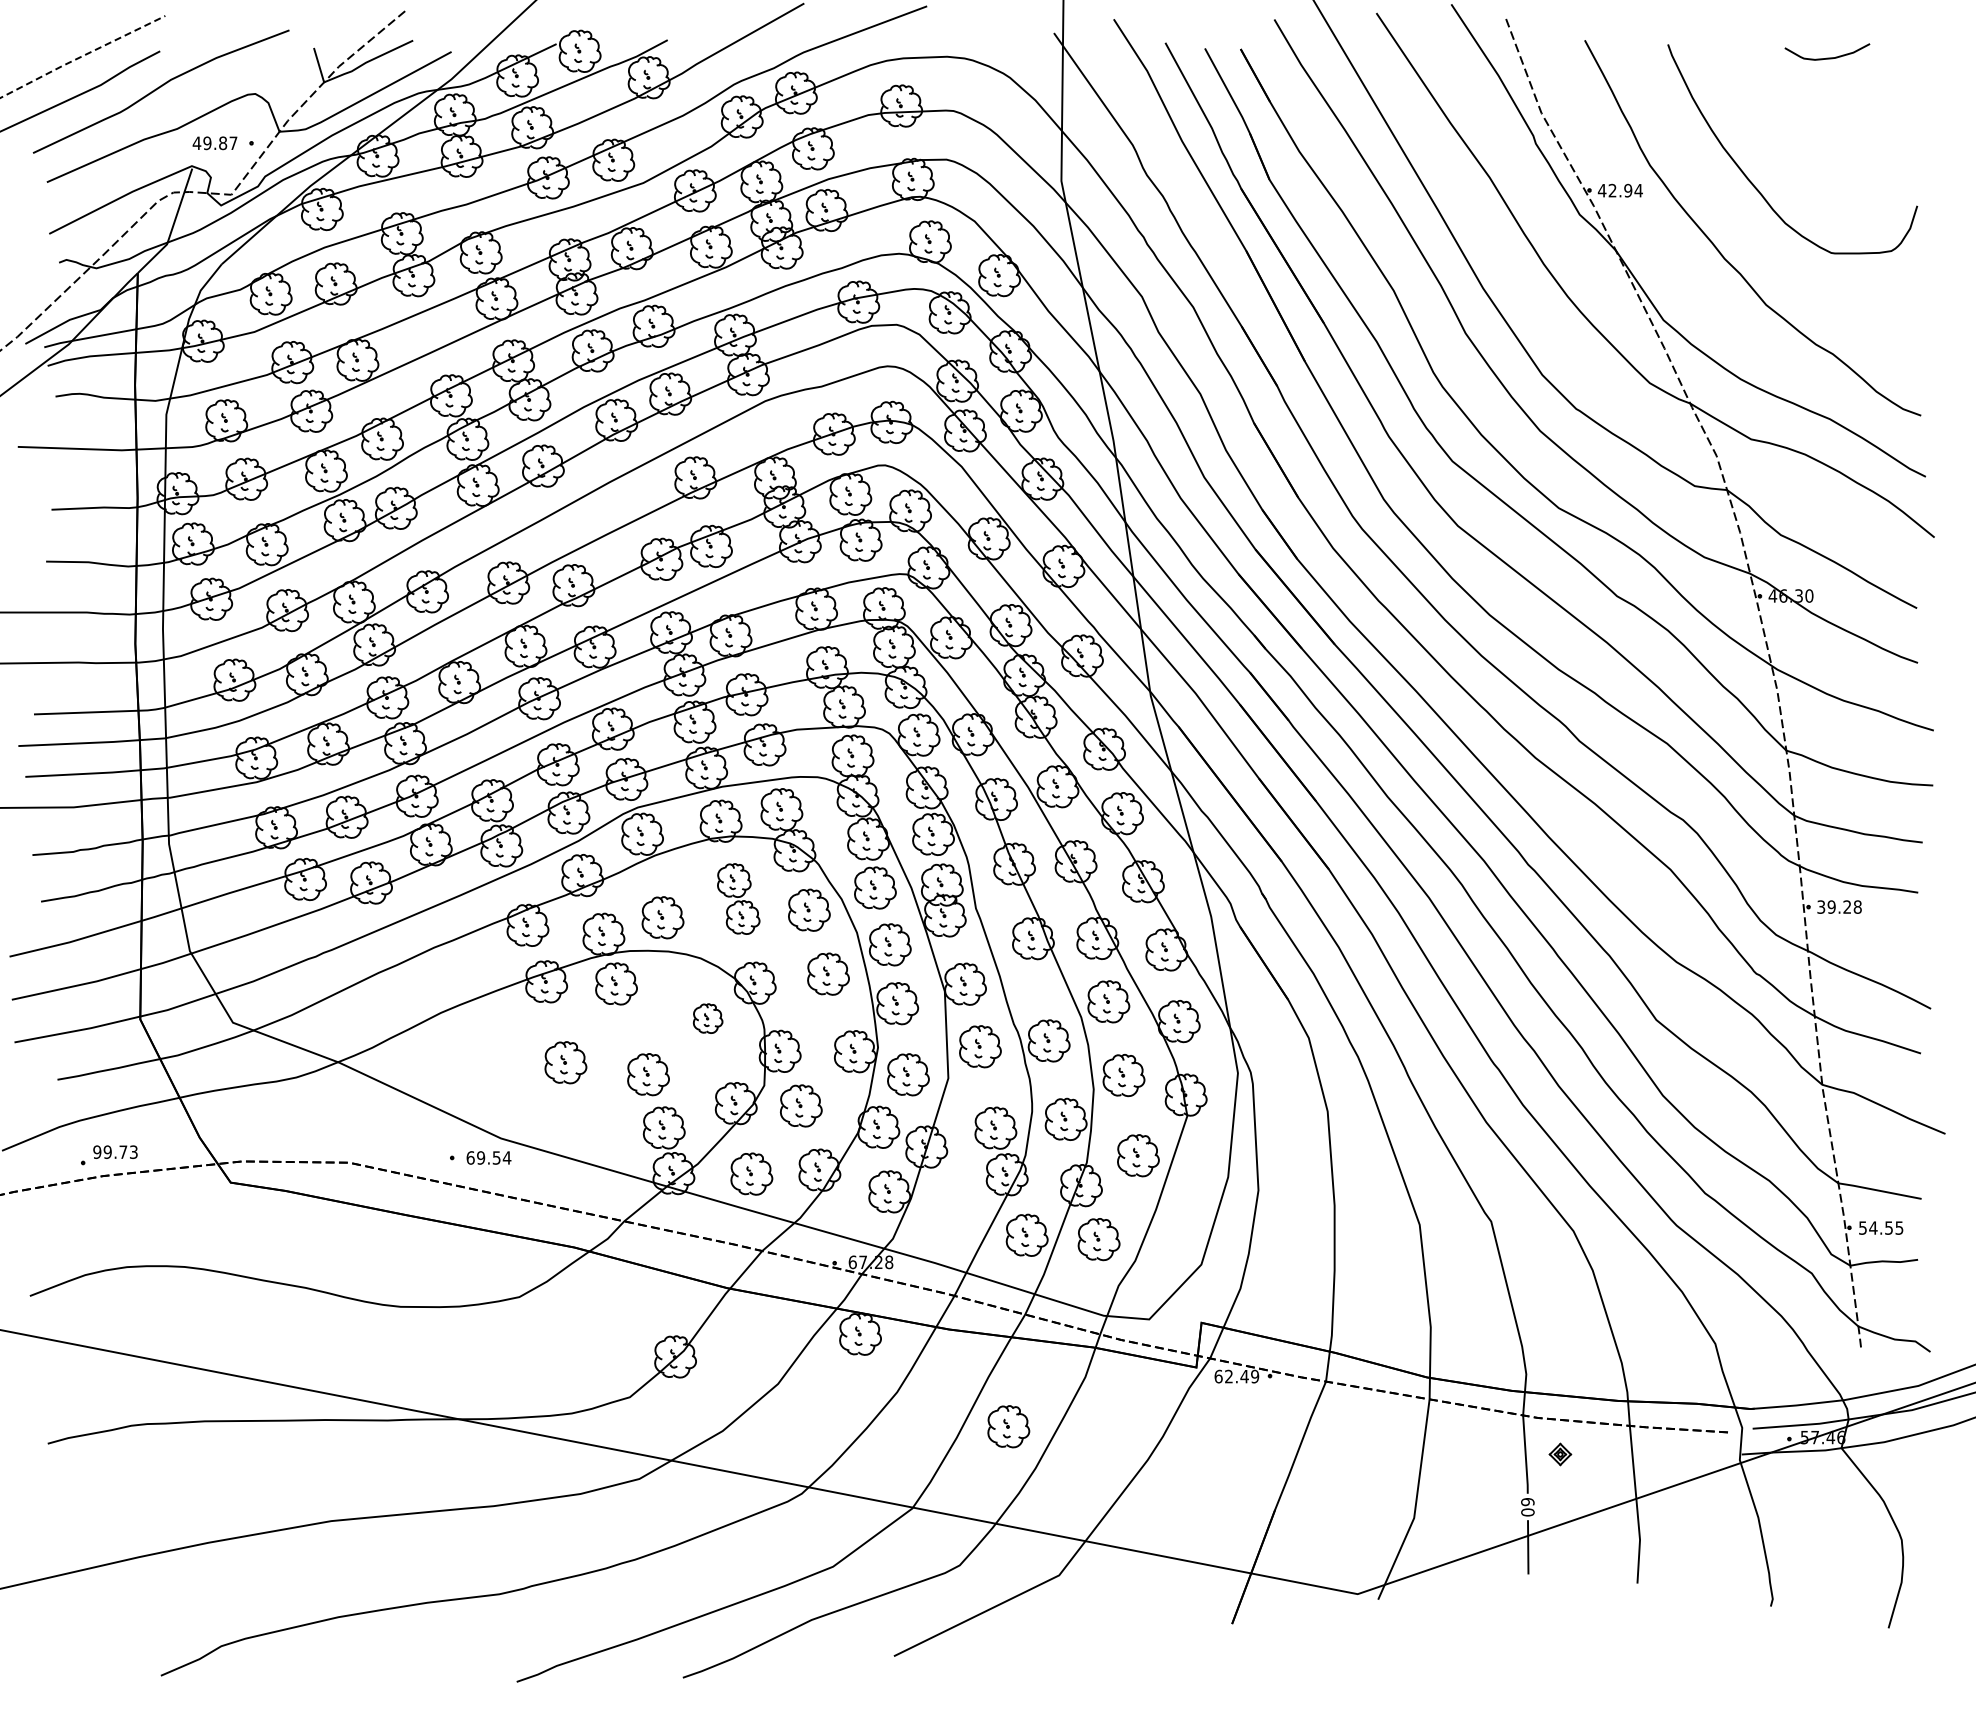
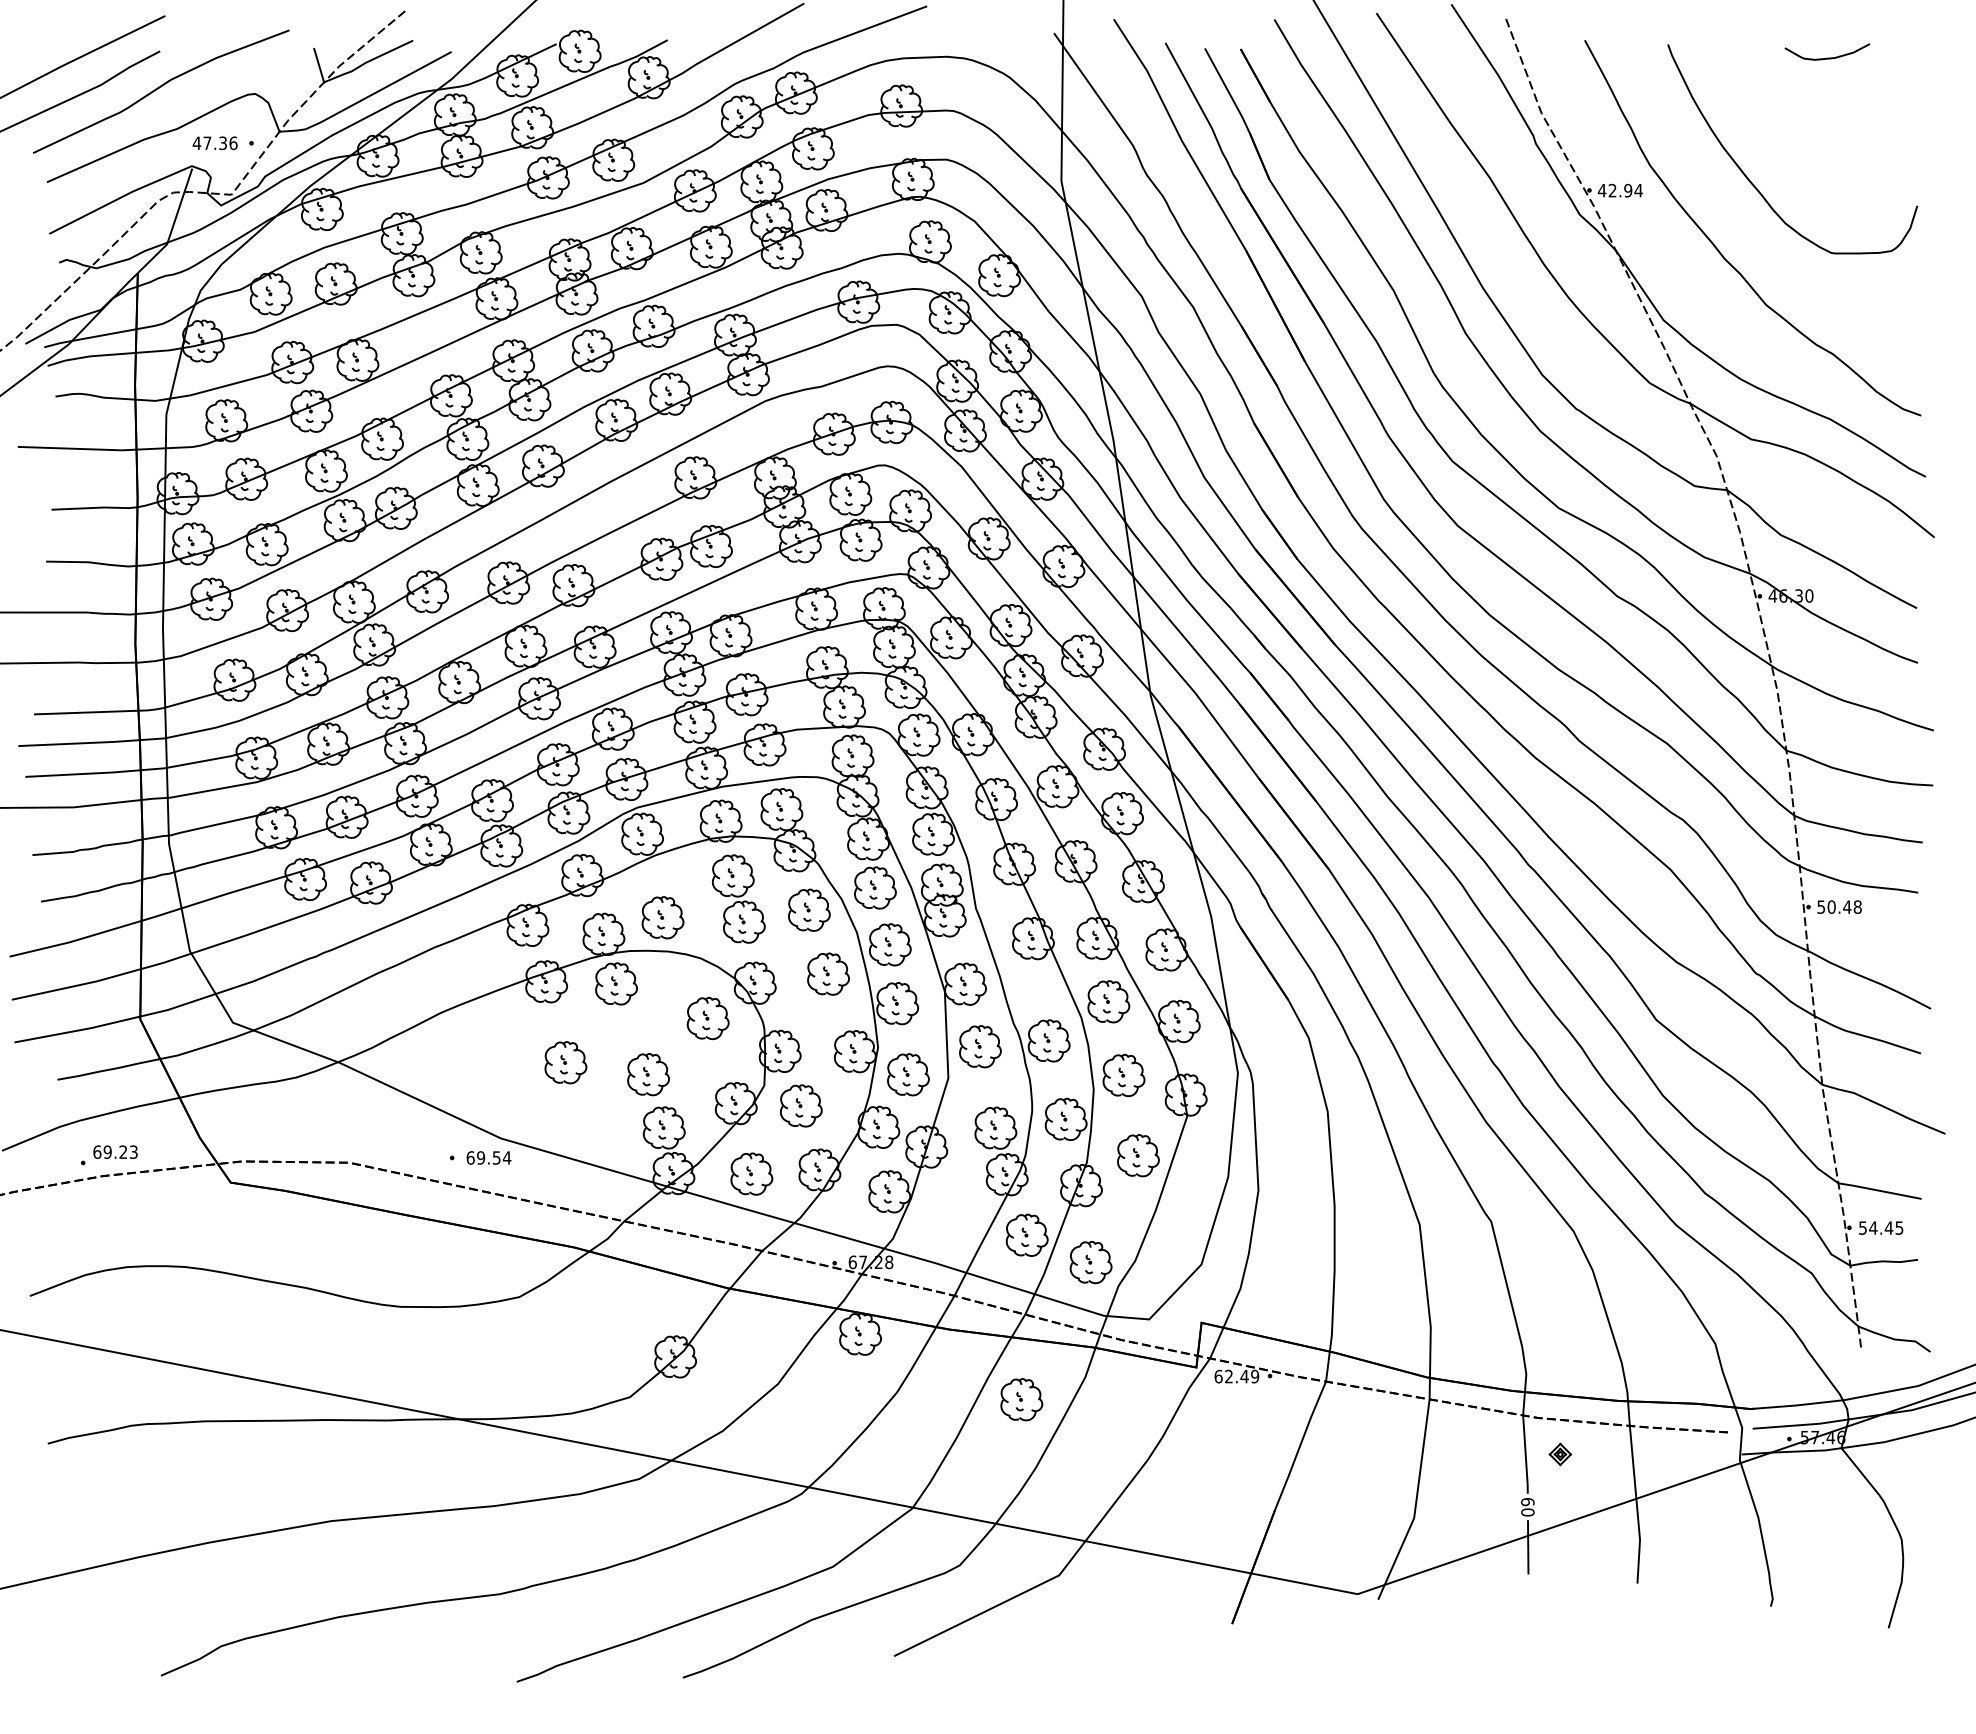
line at (82, 56): dashed -> solid
text at (220, 143): 49.87 -> 47.36
part at (738, 898) size: 44x72 px -> 55x90 px
text at (1834, 906): 39.28 -> 50.48
part at (708, 1018) size: 31x31 px -> 44x44 px
text at (110, 1151): 99.73 -> 69.23
text at (1888, 1227): 54.55 -> 54.45
part at (1098, 1239) position: (1098, 1239) -> (1090, 1262)
part at (1008, 1426) position: (1008, 1426) -> (1021, 1399)
